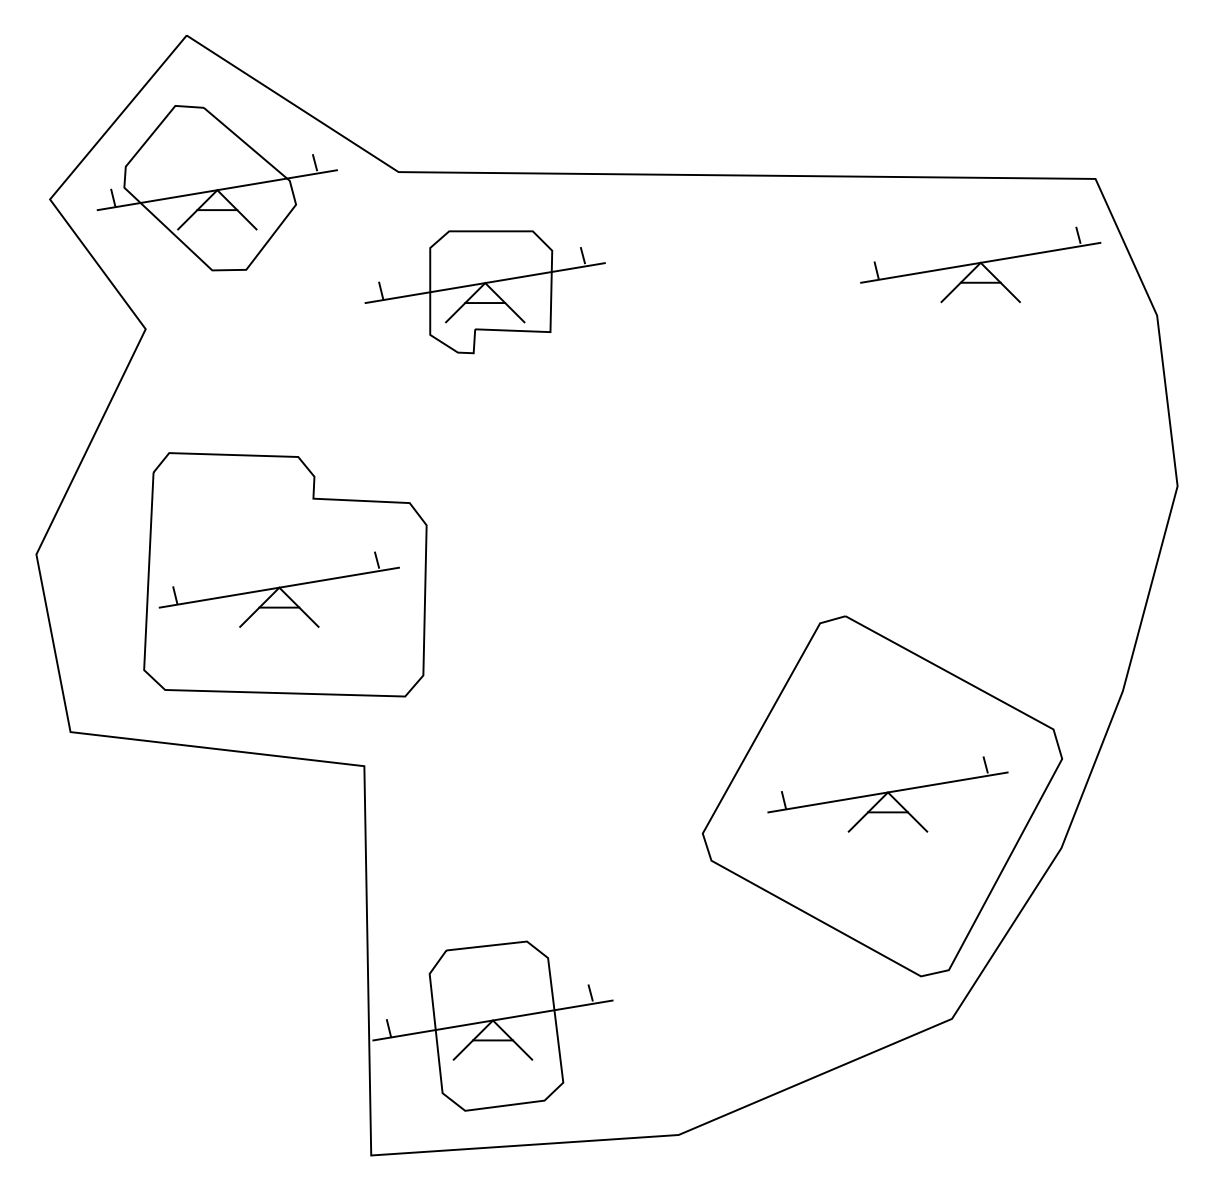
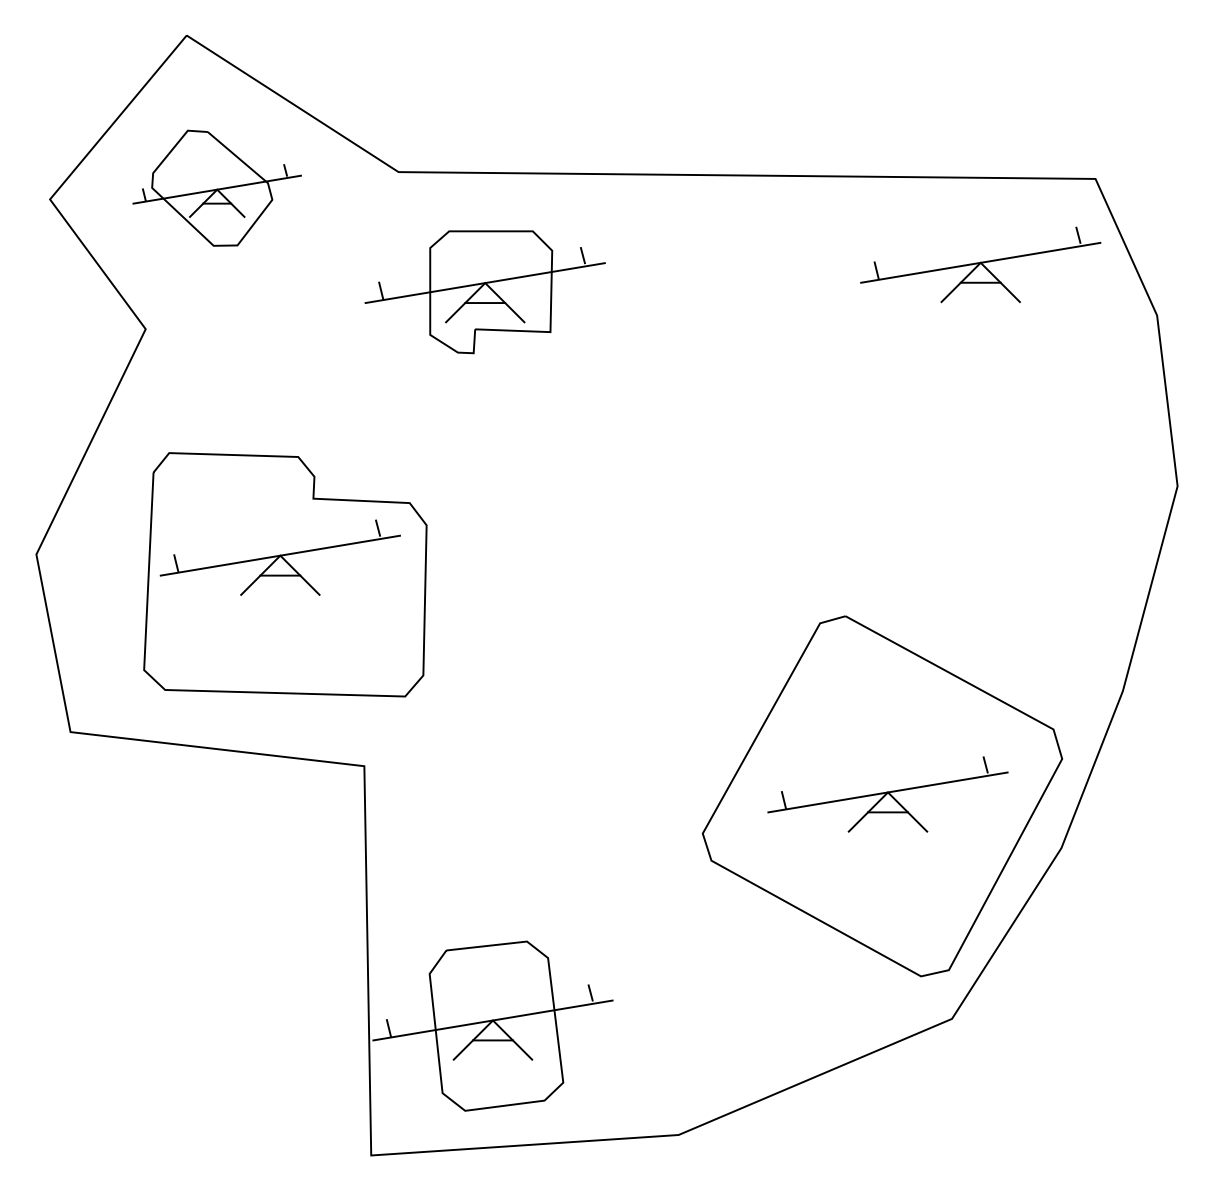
part at (216, 188) size: 242x167 px -> 170x118 px
part at (278, 589) position: (278, 589) -> (279, 557)
